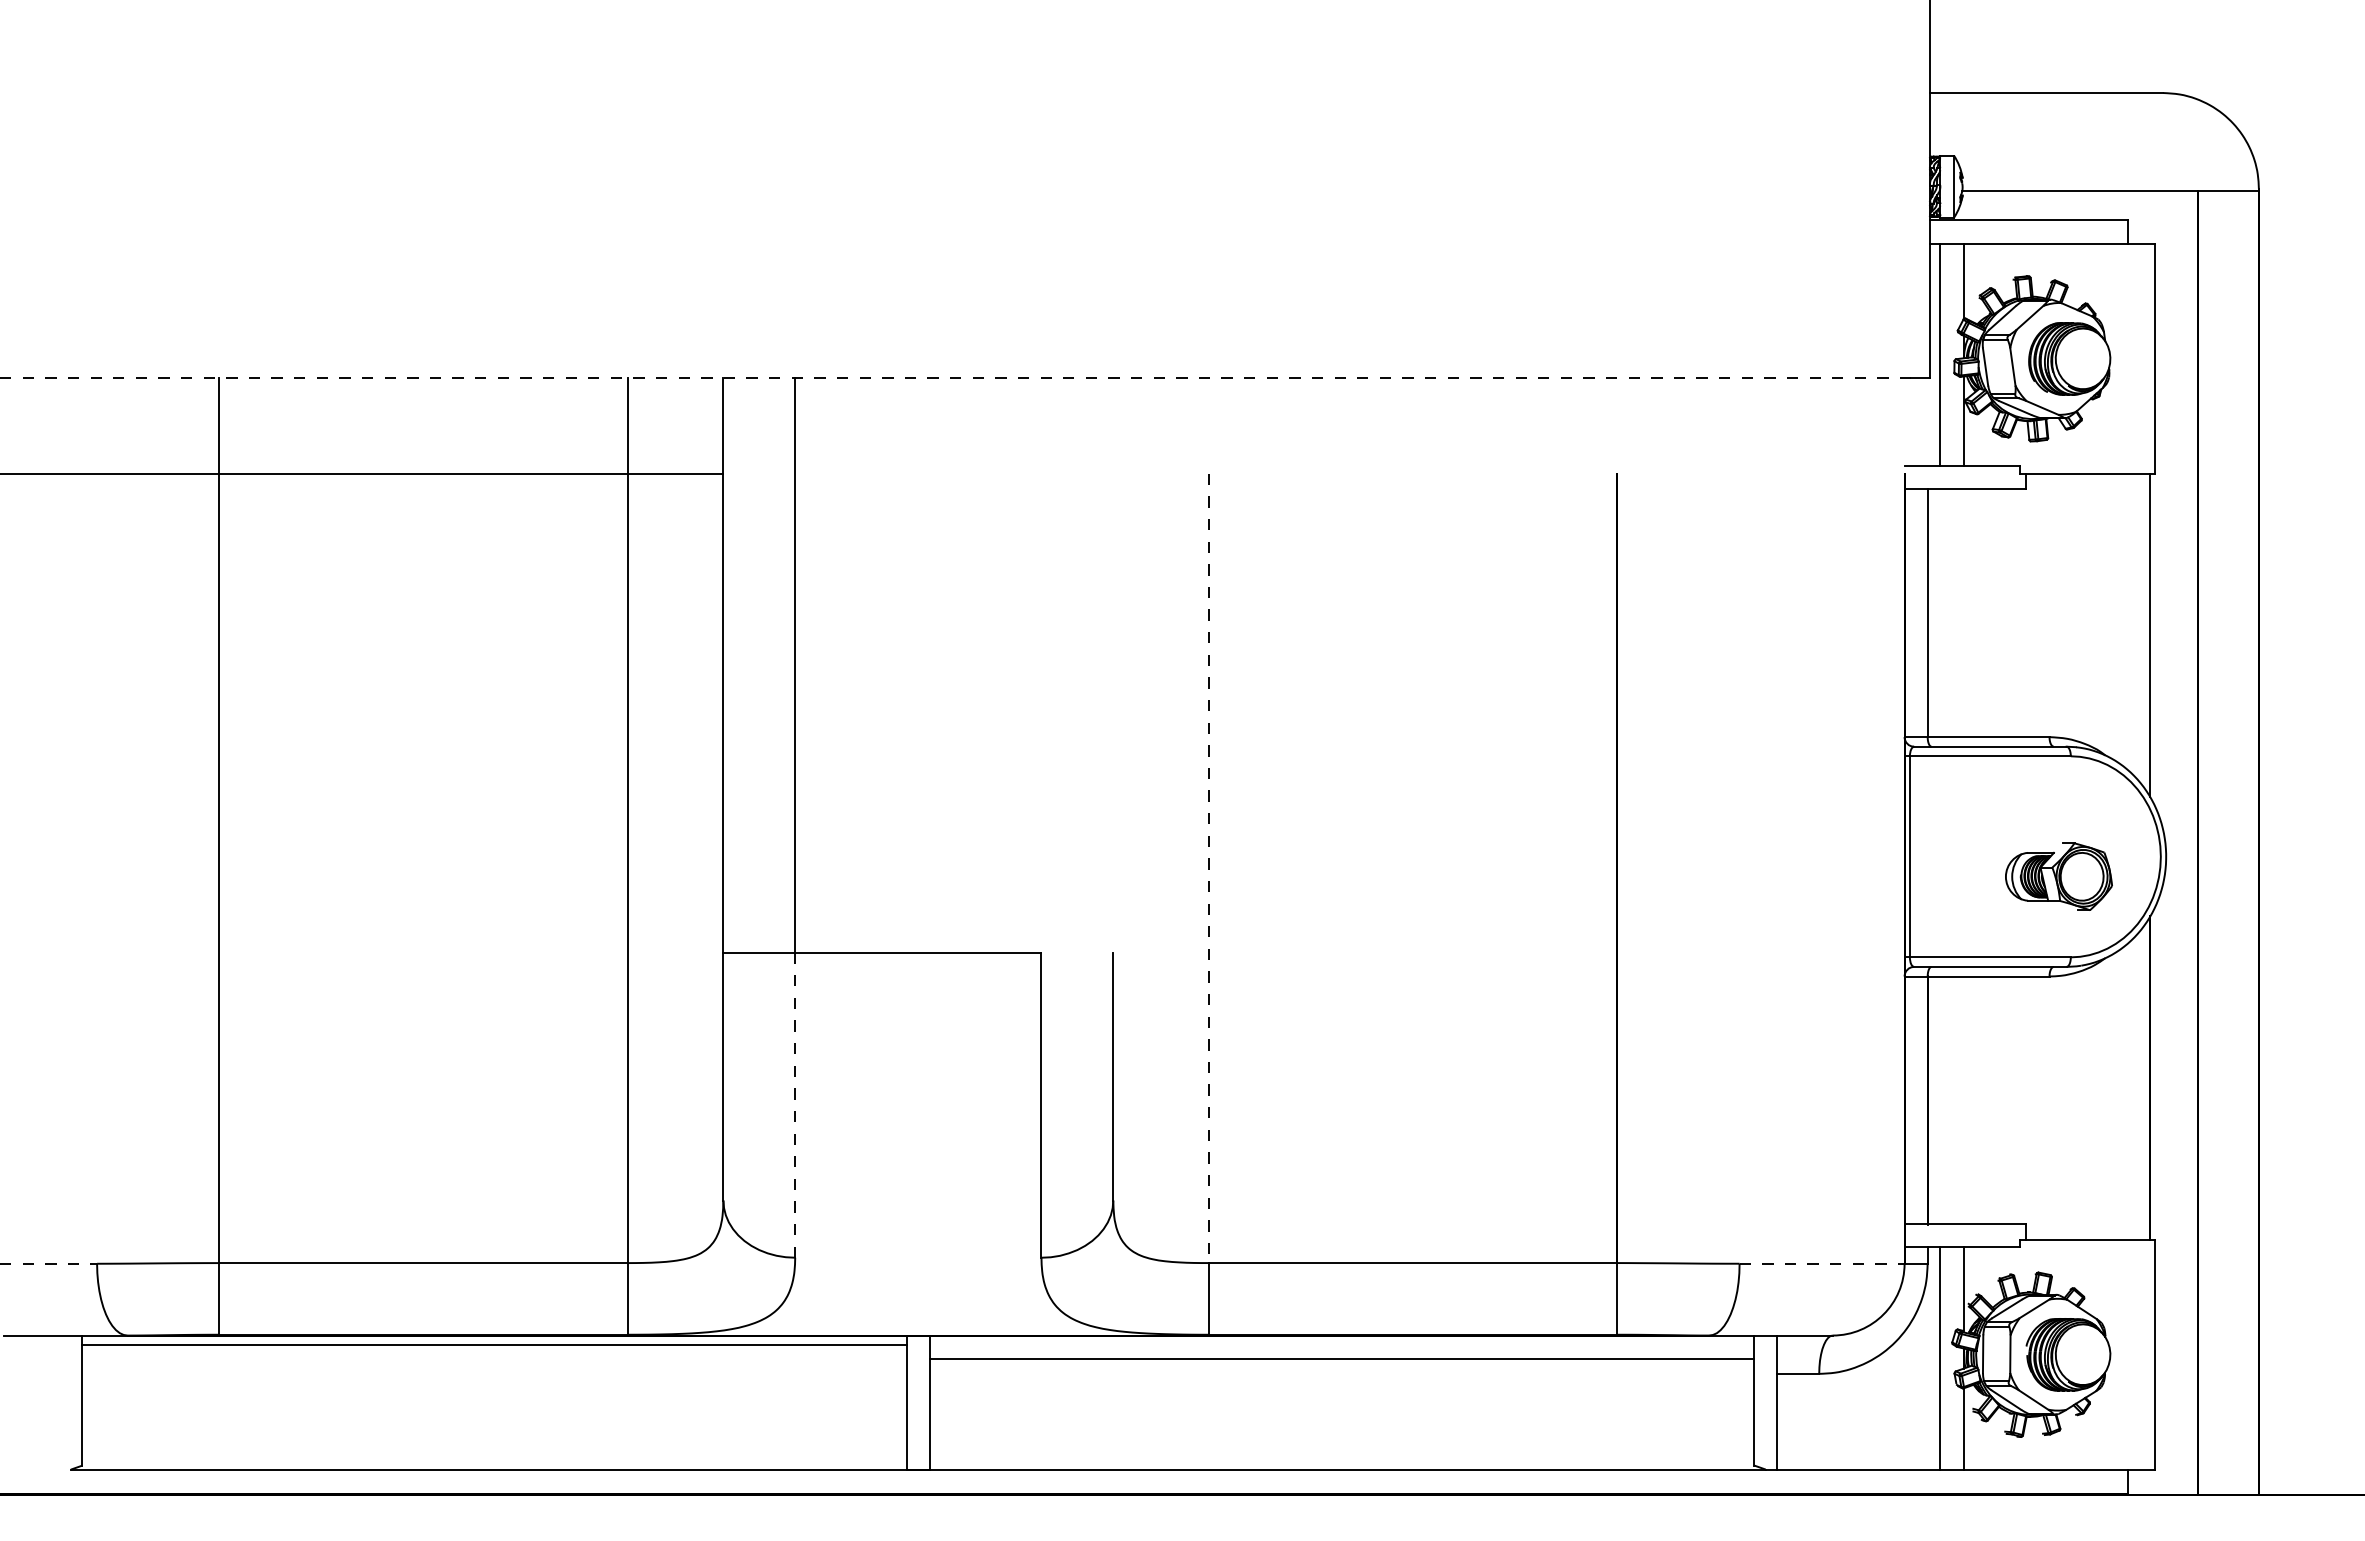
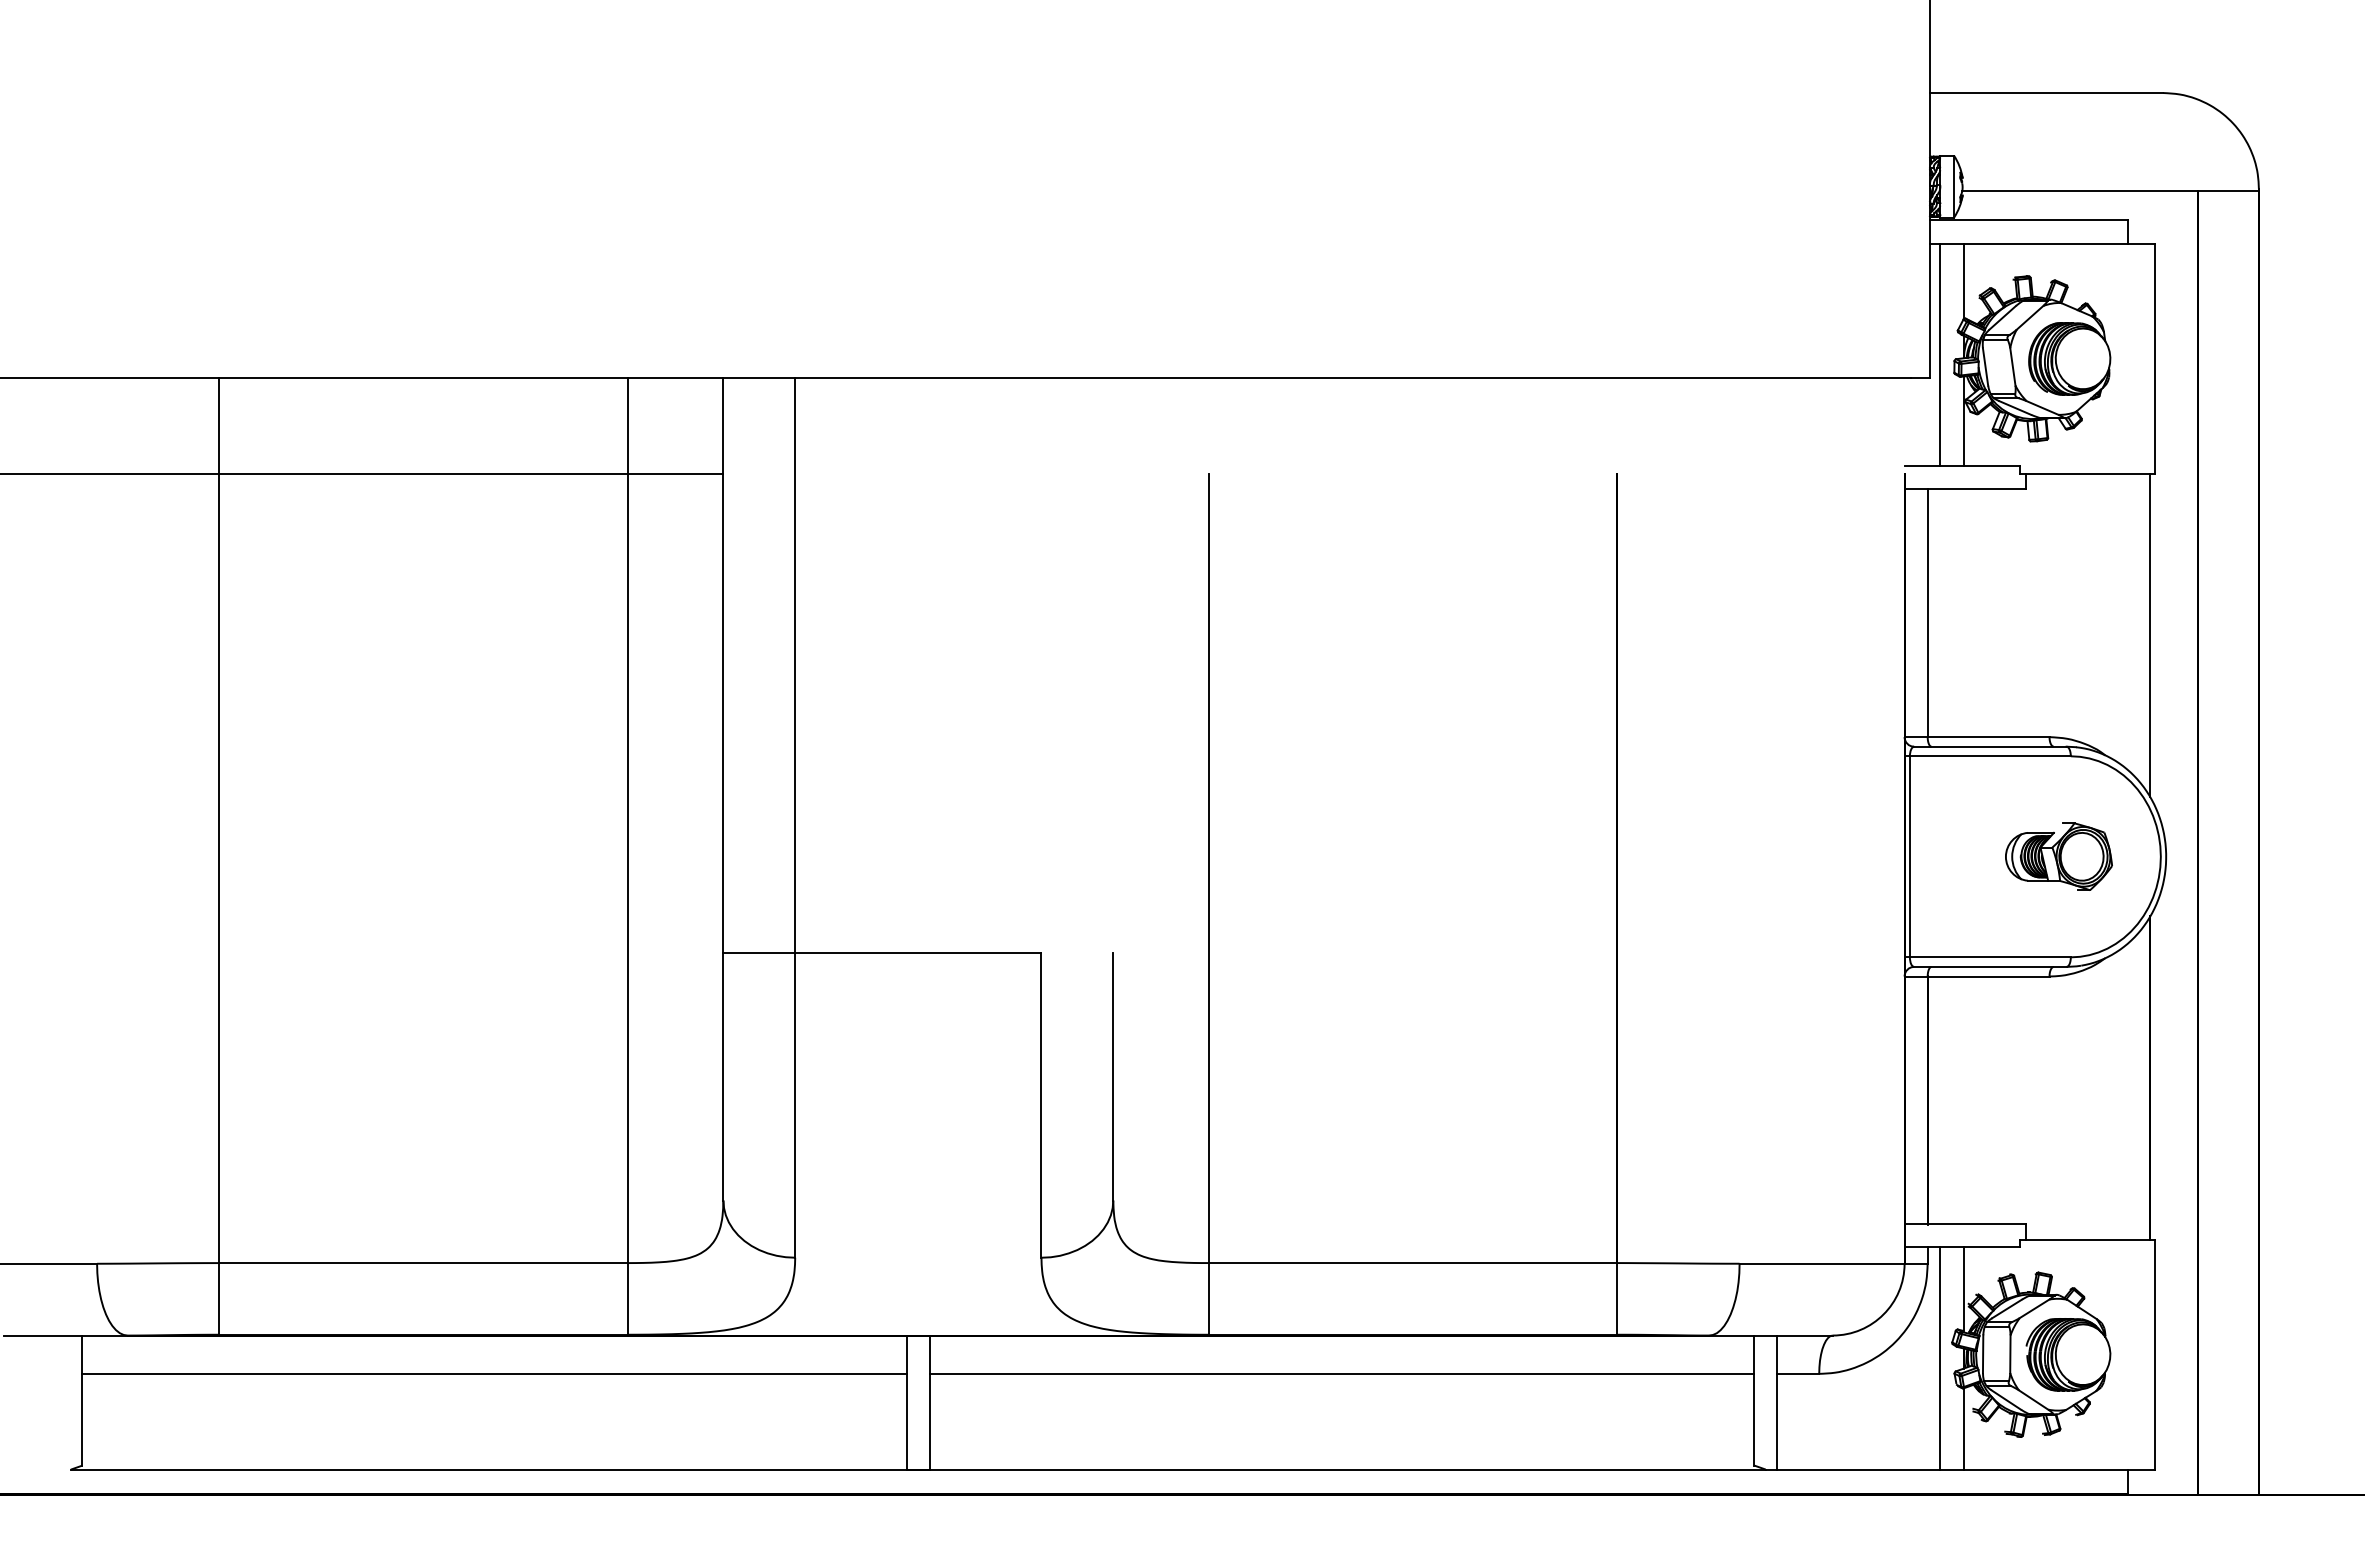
line at (955, 378): dashed -> solid
line at (1209, 868): dashed -> solid
part at (2058, 876) position: (2058, 876) -> (2058, 856)
line at (795, 1105): dashed -> solid
line at (49, 1263): dashed -> solid
line at (1822, 1263): dashed -> solid
line at (494, 1344) position: (494, 1344) -> (494, 1373)
line at (1341, 1358) position: (1341, 1358) -> (1341, 1373)
